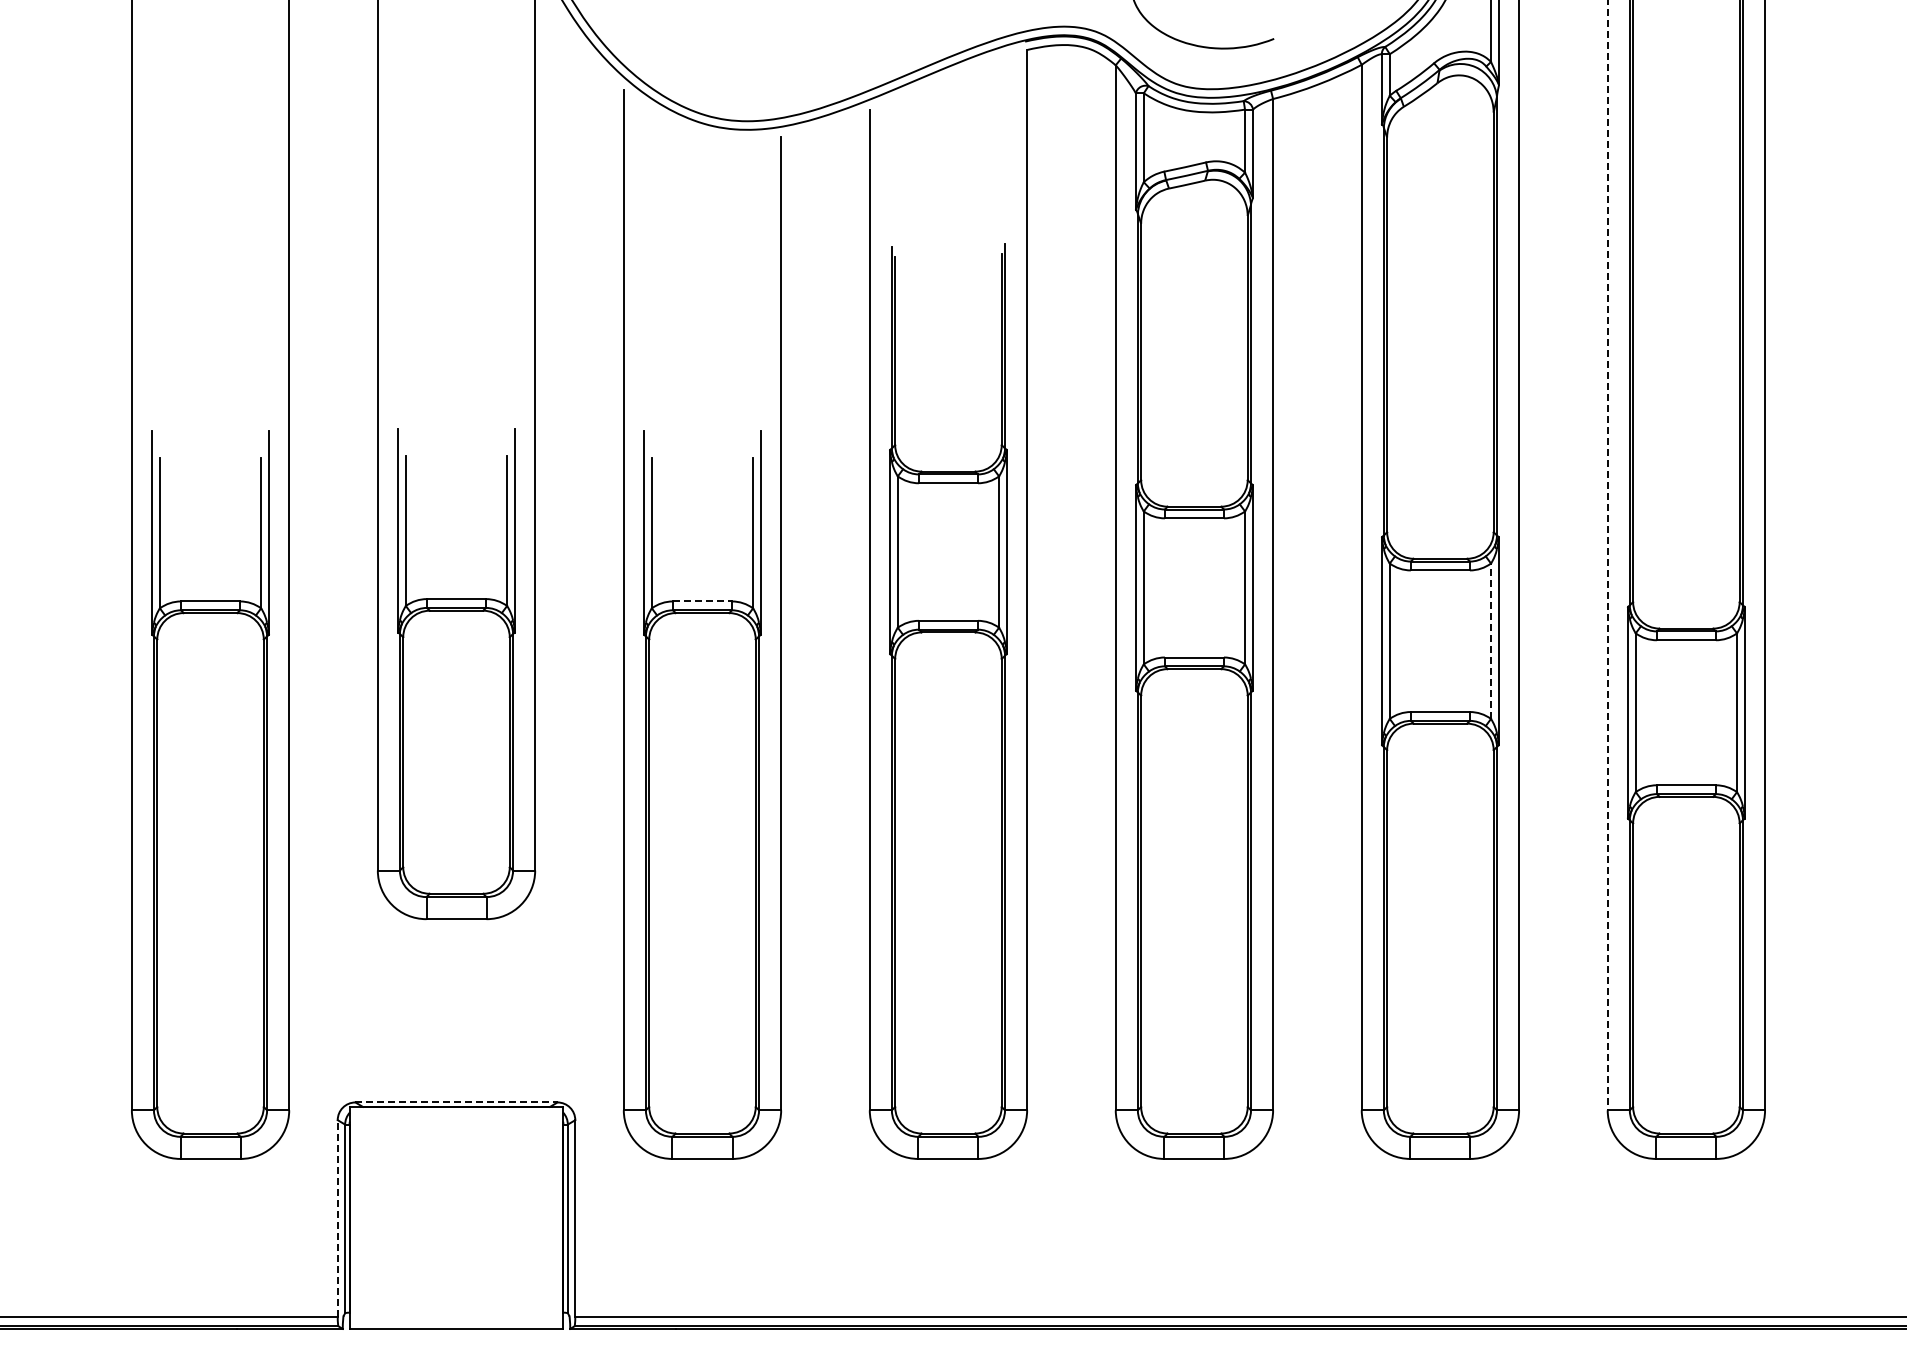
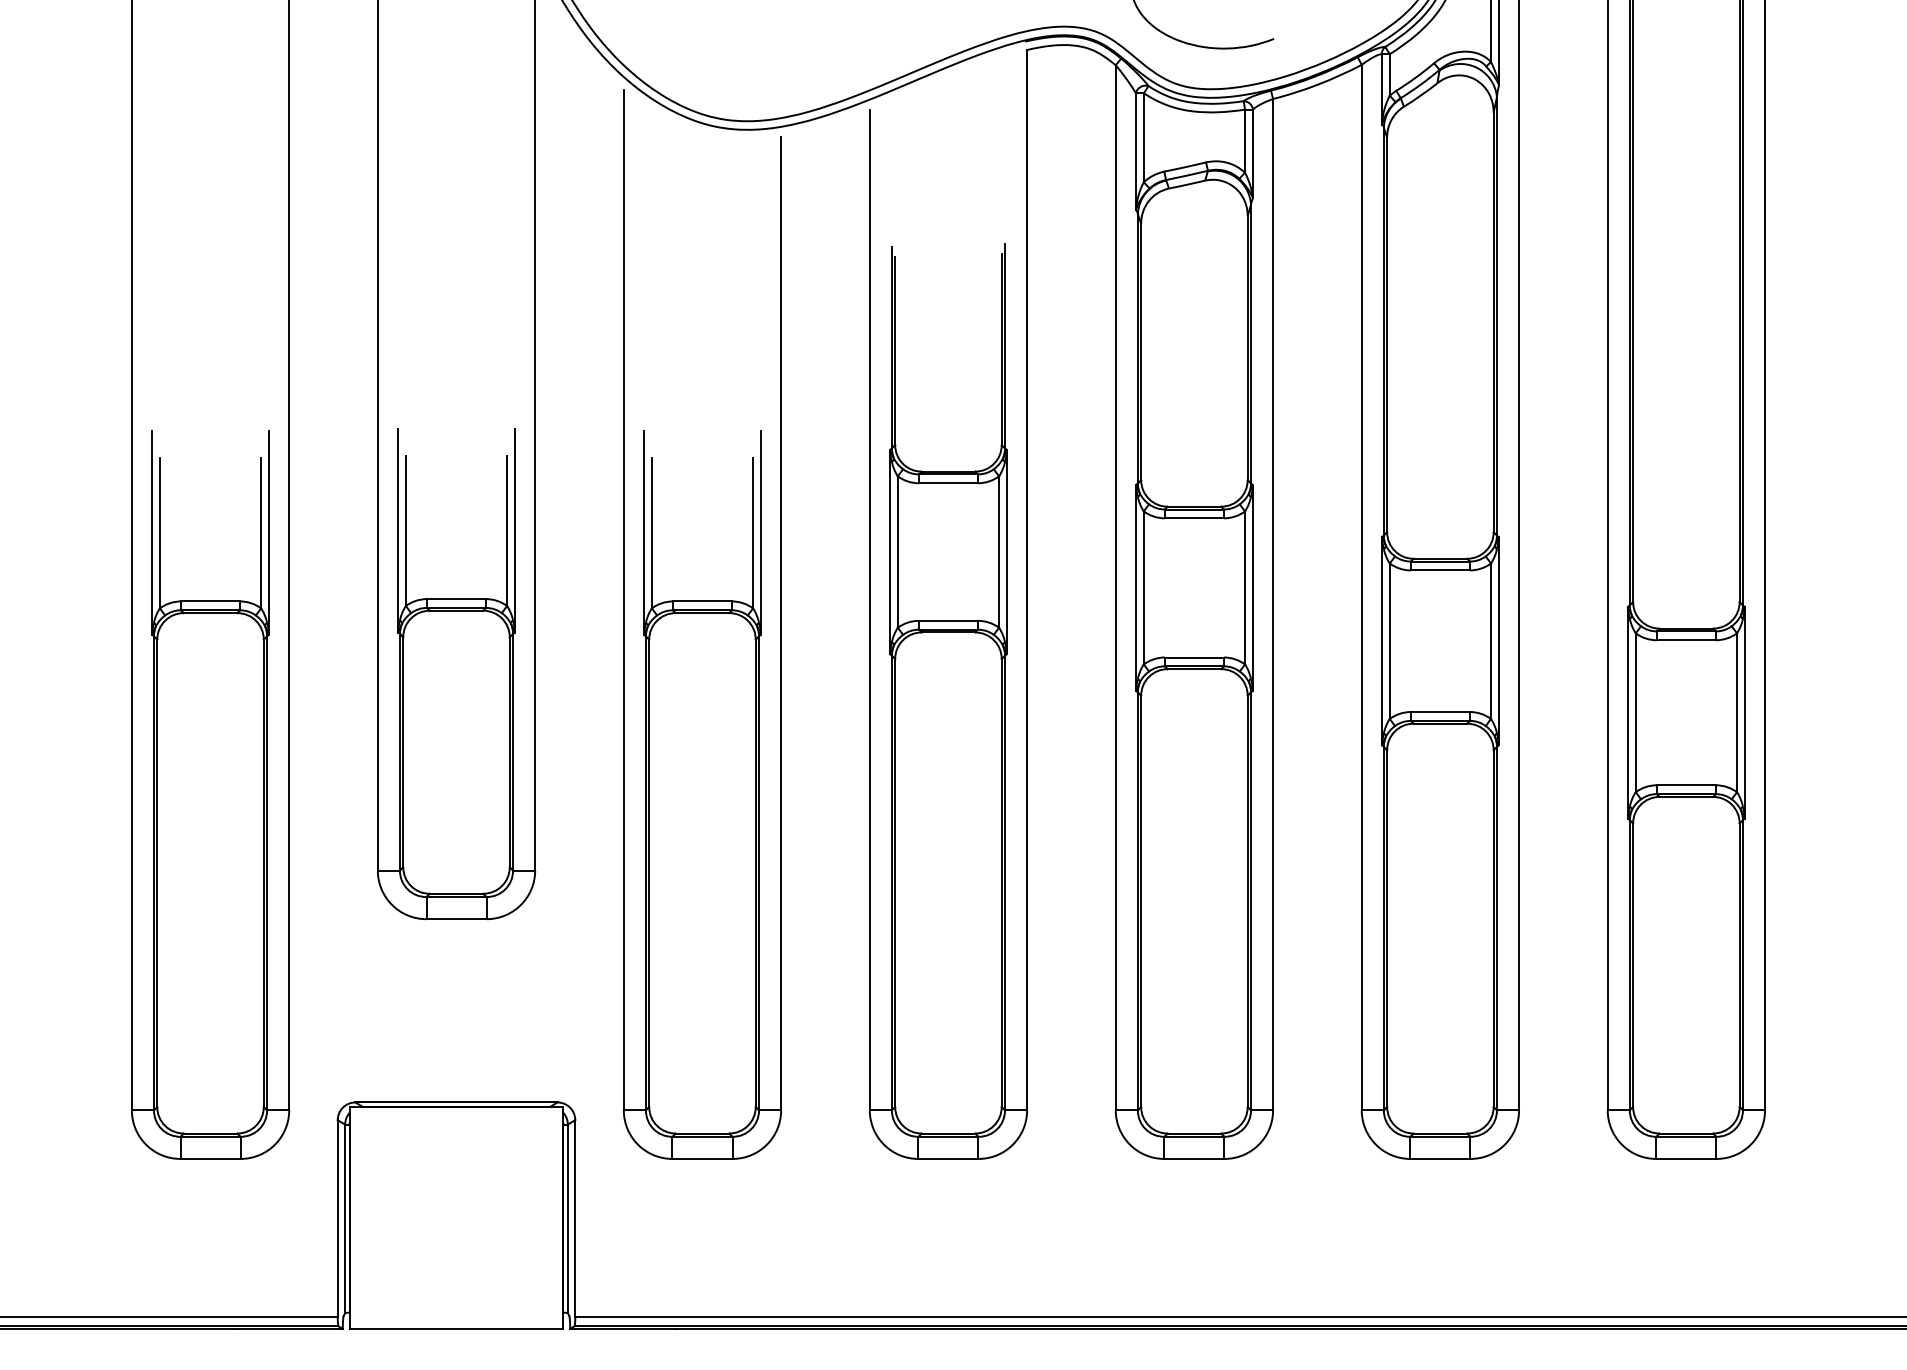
line at (1607, 555): dashed -> solid
line at (702, 601): dashed -> solid
line at (1491, 641): dashed -> solid
line at (457, 1102): dashed -> solid
line at (337, 1218): dashed -> solid
